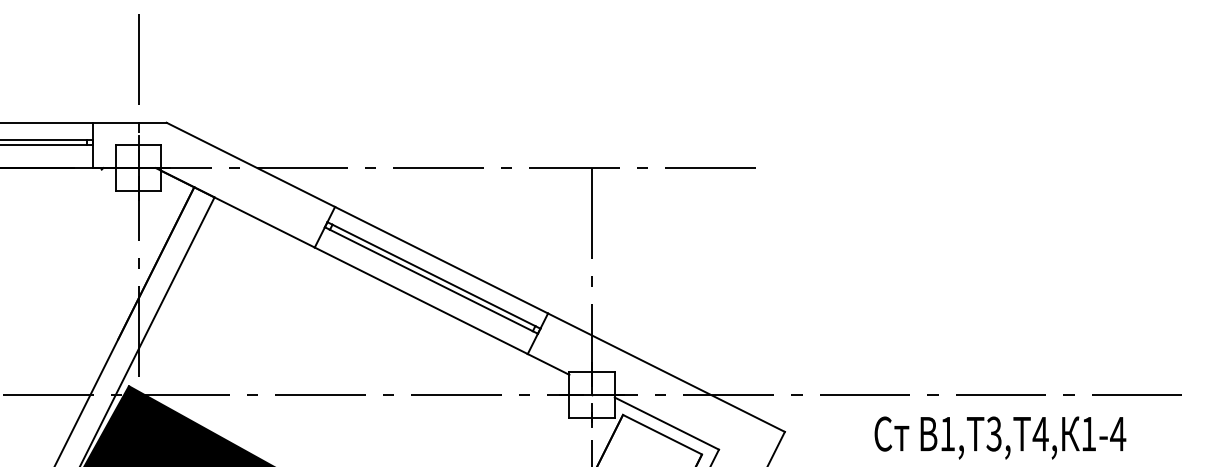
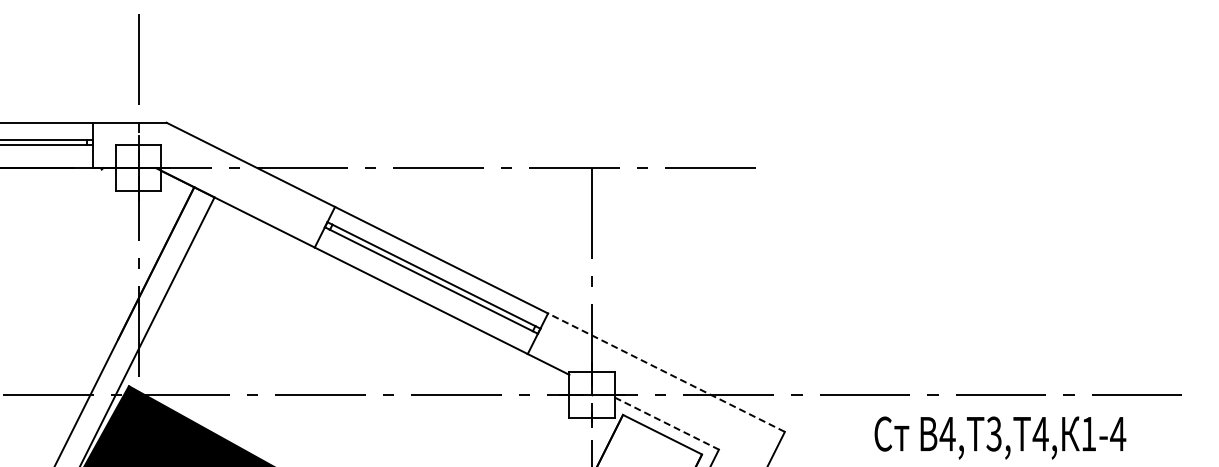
line at (666, 372): solid -> dashed
line at (667, 423): solid -> dashed
text at (947, 434): 1, -> 4,
